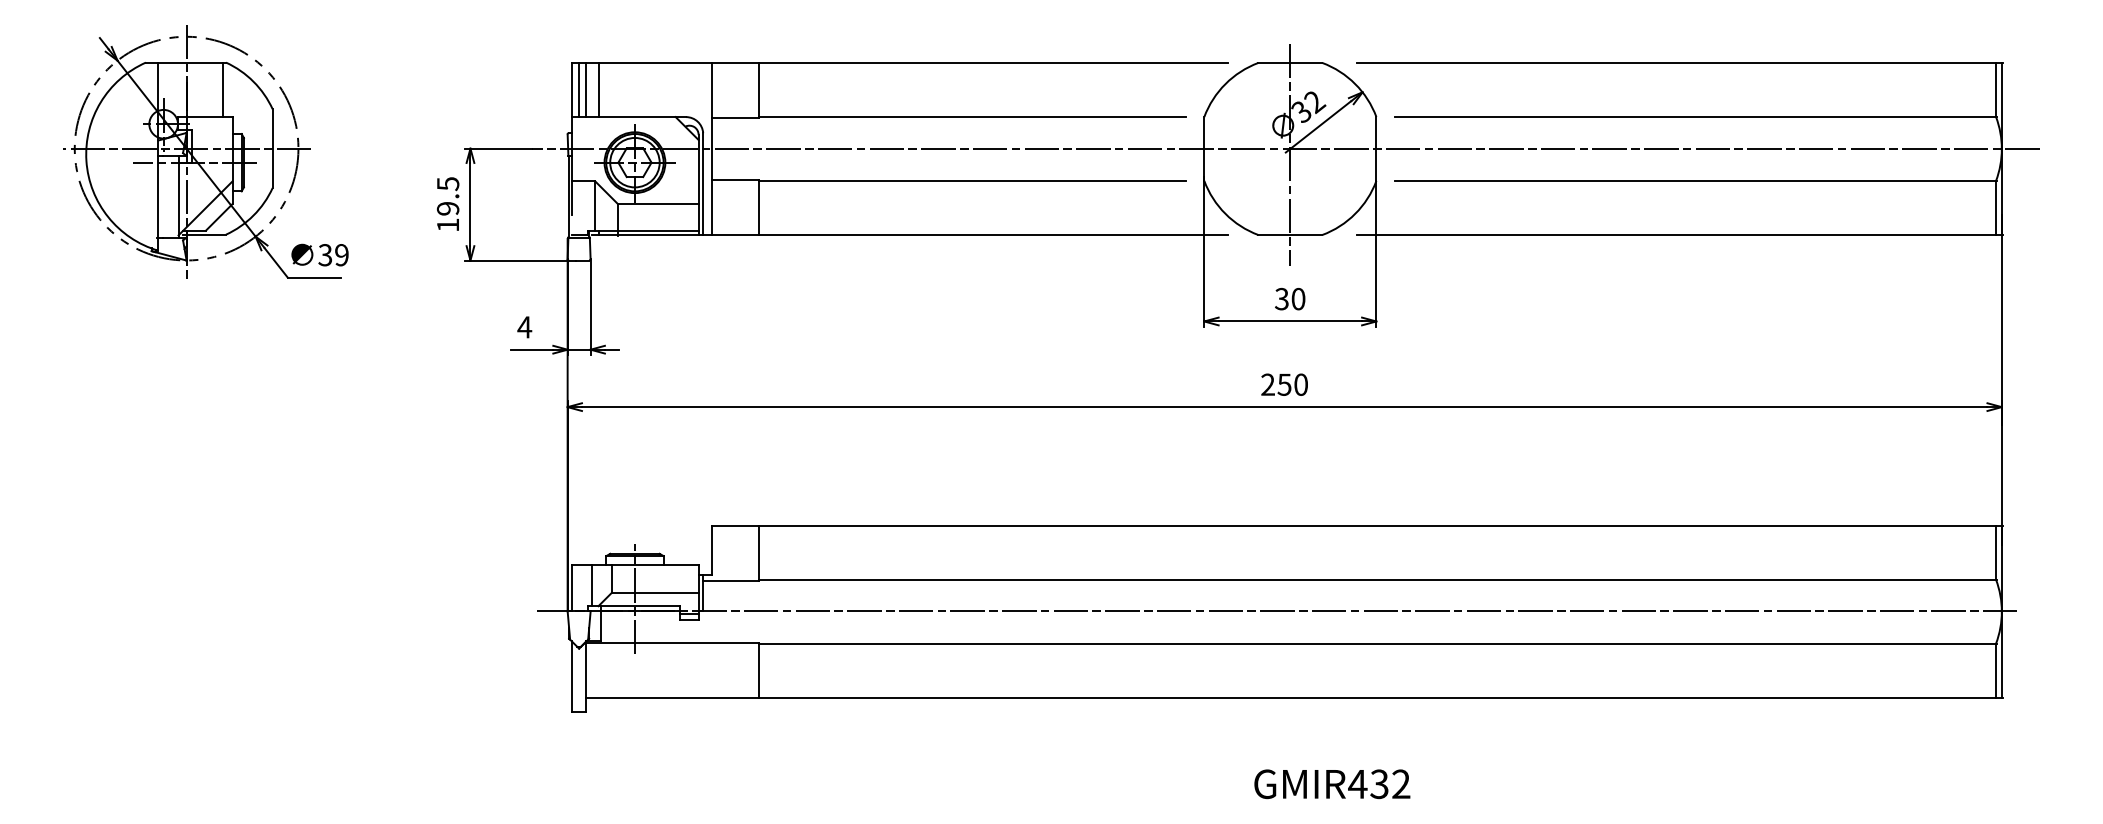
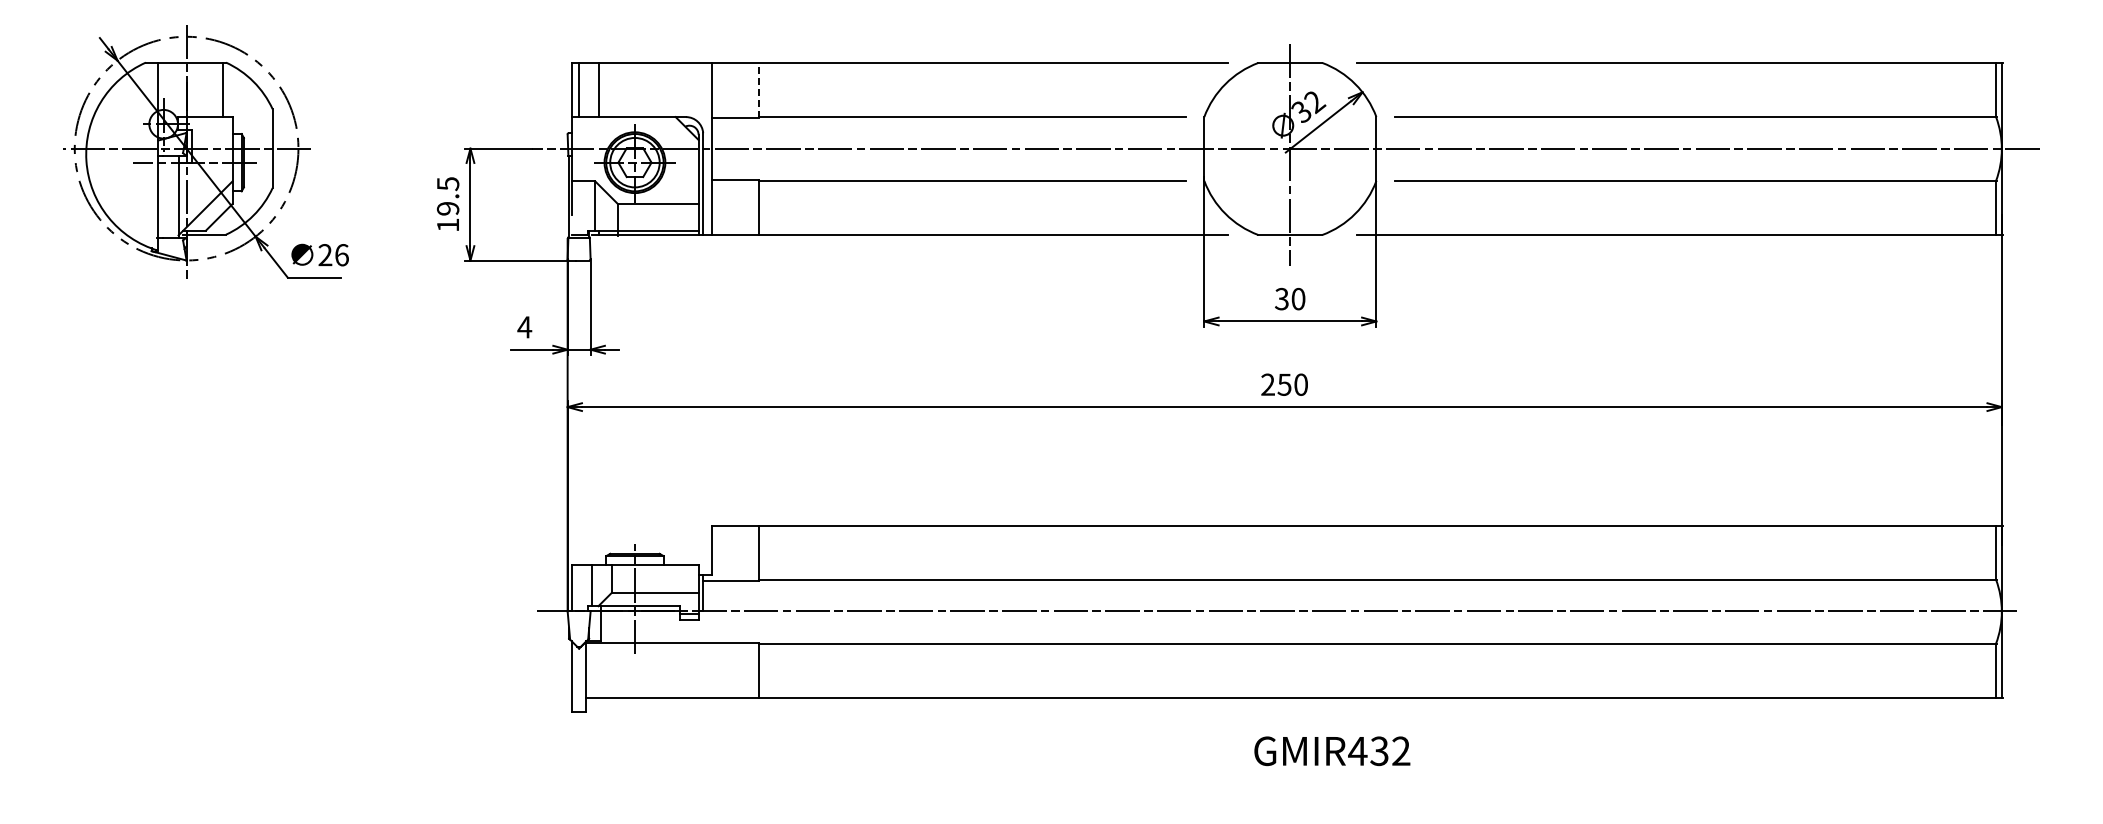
line at (586, 89): present -> none
line at (759, 90): solid -> dashed
text at (333, 255): 39 -> 26
text at (1332, 784) position: (1332, 784) -> (1332, 751)
